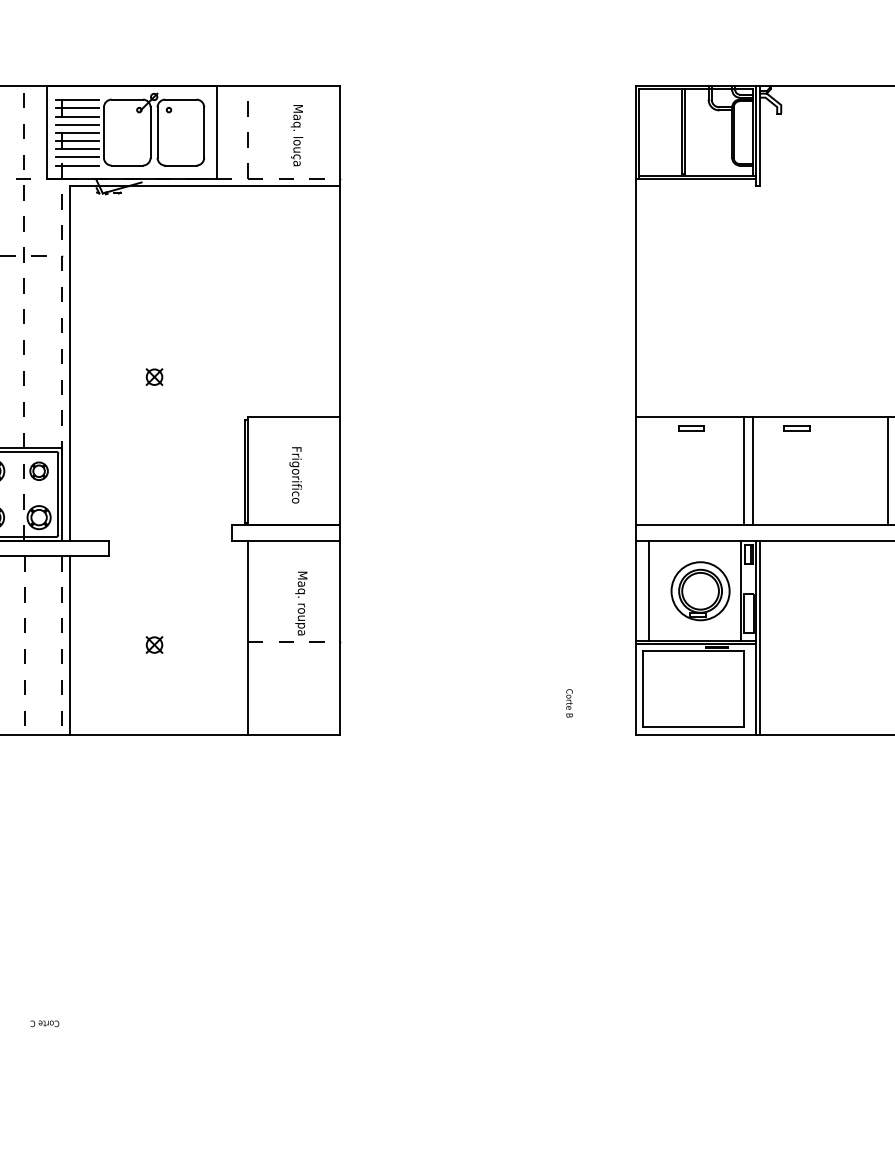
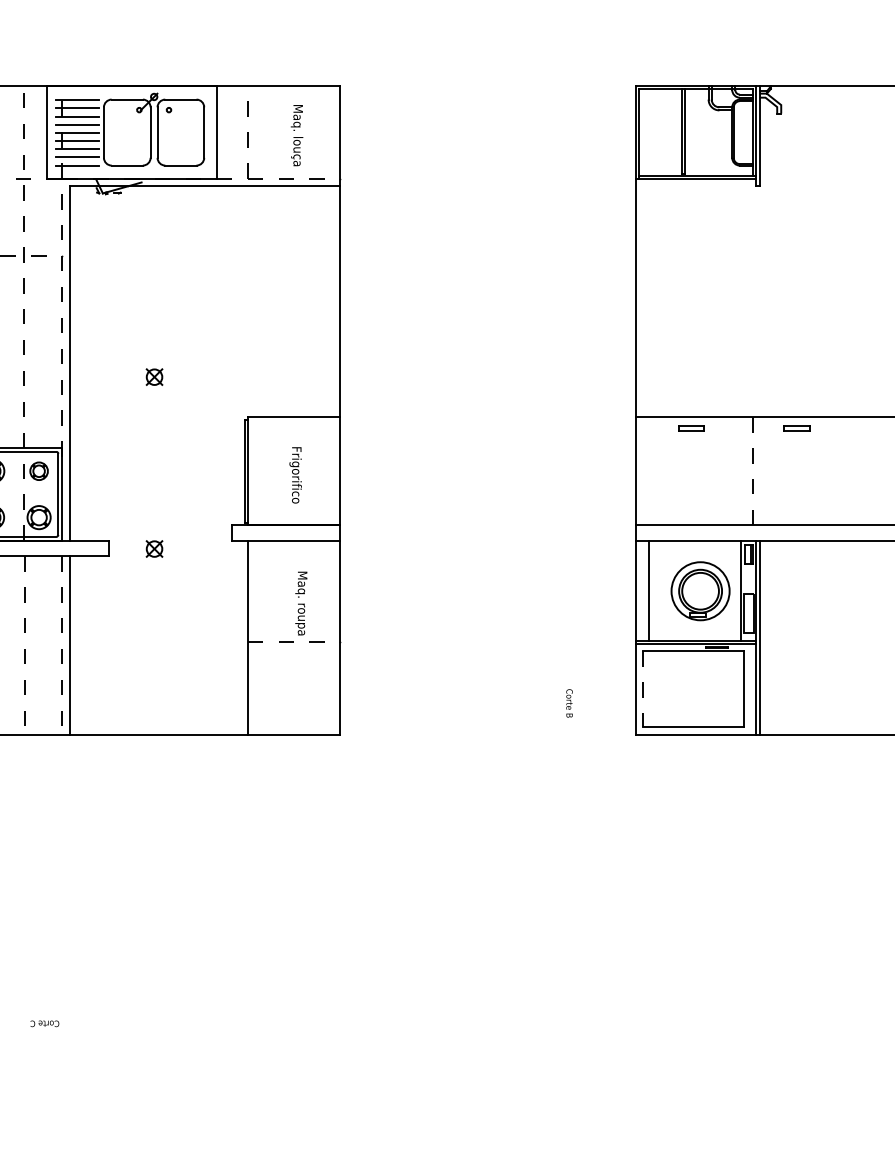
line at (744, 471): present -> none
line at (753, 471): solid -> dashed
line at (888, 471): present -> none
part at (154, 644) position: (154, 644) -> (154, 548)
line at (643, 689): solid -> dashed
